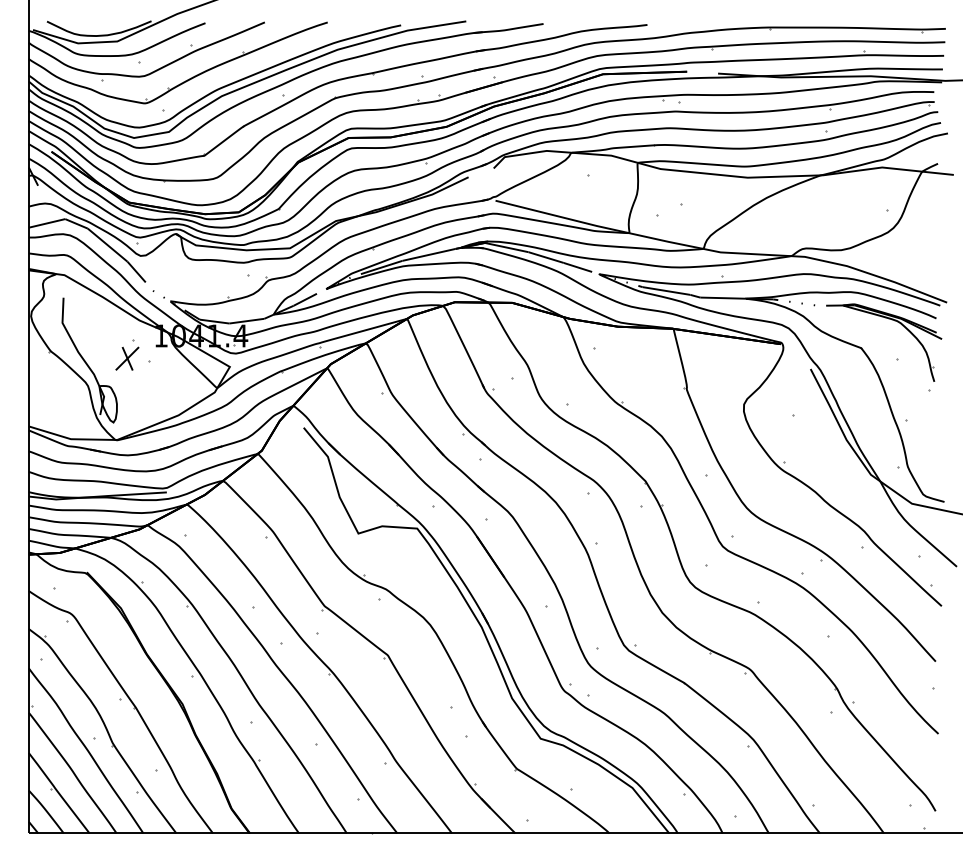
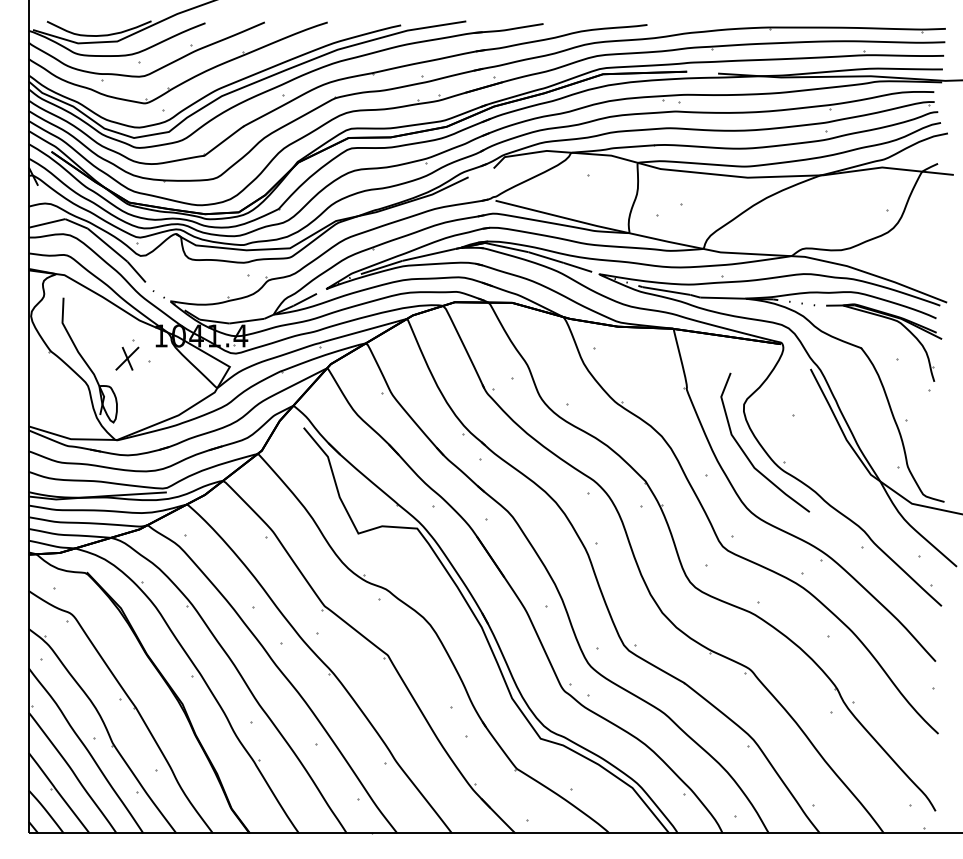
curve at (747, 455): none -> present
